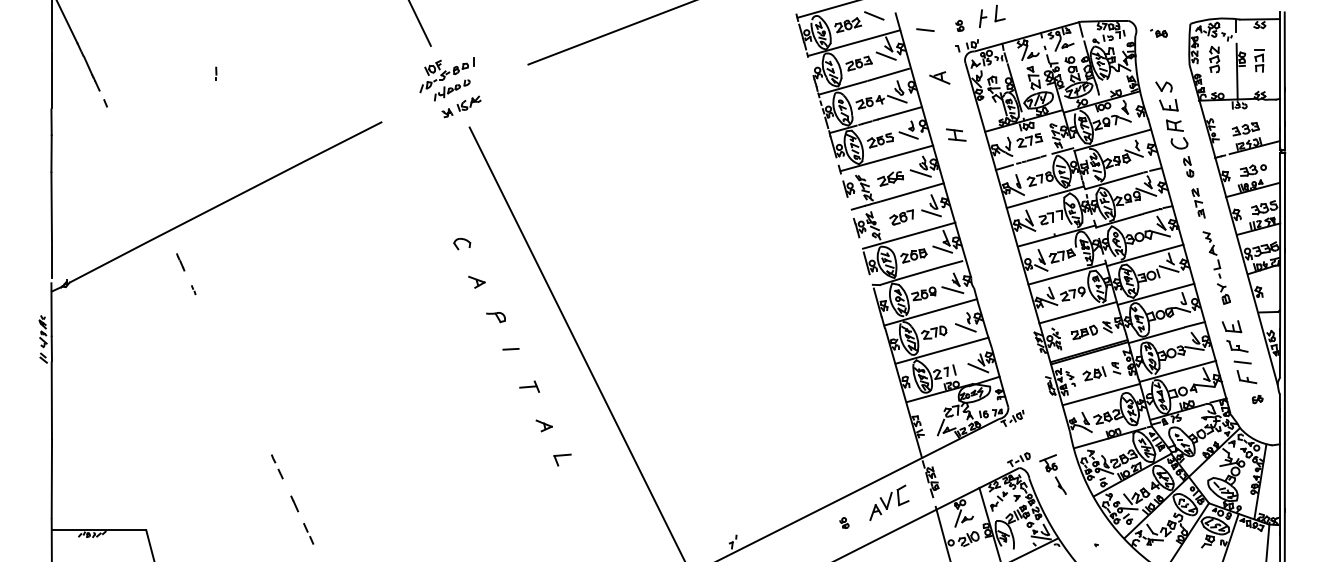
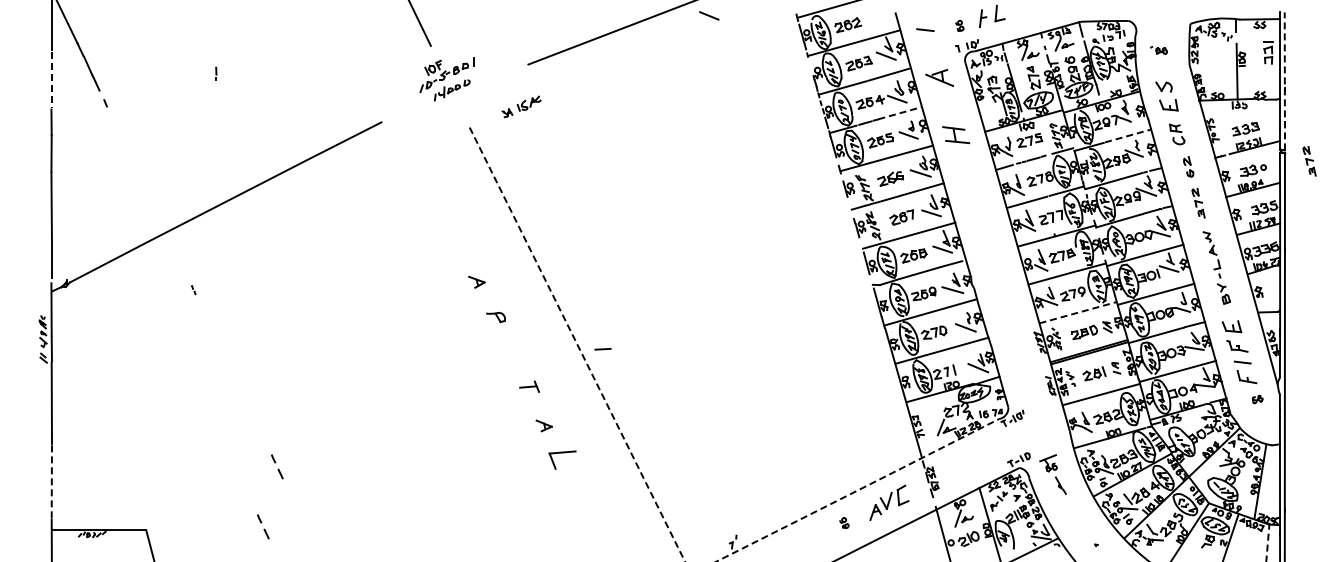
line at (874, 15) position: (874, 15) -> (709, 15)
part at (1158, 33) position: (1158, 33) -> (1158, 50)
part at (1214, 59): present -> none
part at (1259, 60) position: (1259, 60) -> (1268, 52)
part at (939, 77) size: 22x14 px -> 30x18 px
line at (51, 80): solid -> dashed
line at (1284, 81): solid -> dashed
part at (461, 106) position: (461, 106) -> (521, 106)
line at (900, 113): solid -> dashed
part at (956, 134) size: 21x14 px -> 29x19 px
part at (1177, 134) size: 23x31 px -> 17x23 px
line at (1127, 136): solid -> dashed
part at (1309, 161): none -> present
part at (462, 244): present -> none
line at (180, 262): present -> none
line at (1077, 312): solid -> dashed
line at (577, 345): solid -> dashed
line at (510, 349) position: (510, 349) -> (602, 349)
part at (562, 459) size: 19x14 px -> 29x20 px
line at (51, 482): solid -> dashed
arc at (857, 490): solid -> dashed
line at (294, 503): present -> none
part at (263, 526): none -> present
line at (308, 532): present -> none
line at (1267, 542): solid -> dashed
